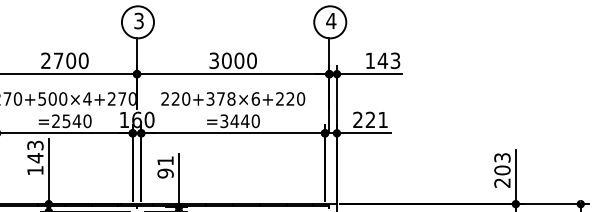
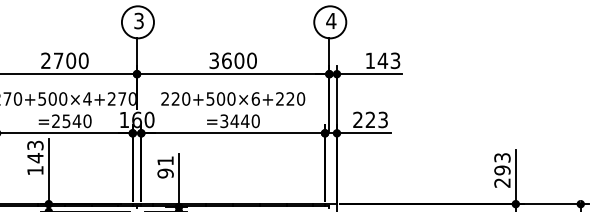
text at (226, 60): 3000 -> 3600
text at (221, 98): 220+378×6+220 -> 220+500×6+220
text at (382, 119): 221 -> 223
text at (502, 170): 203 -> 293
